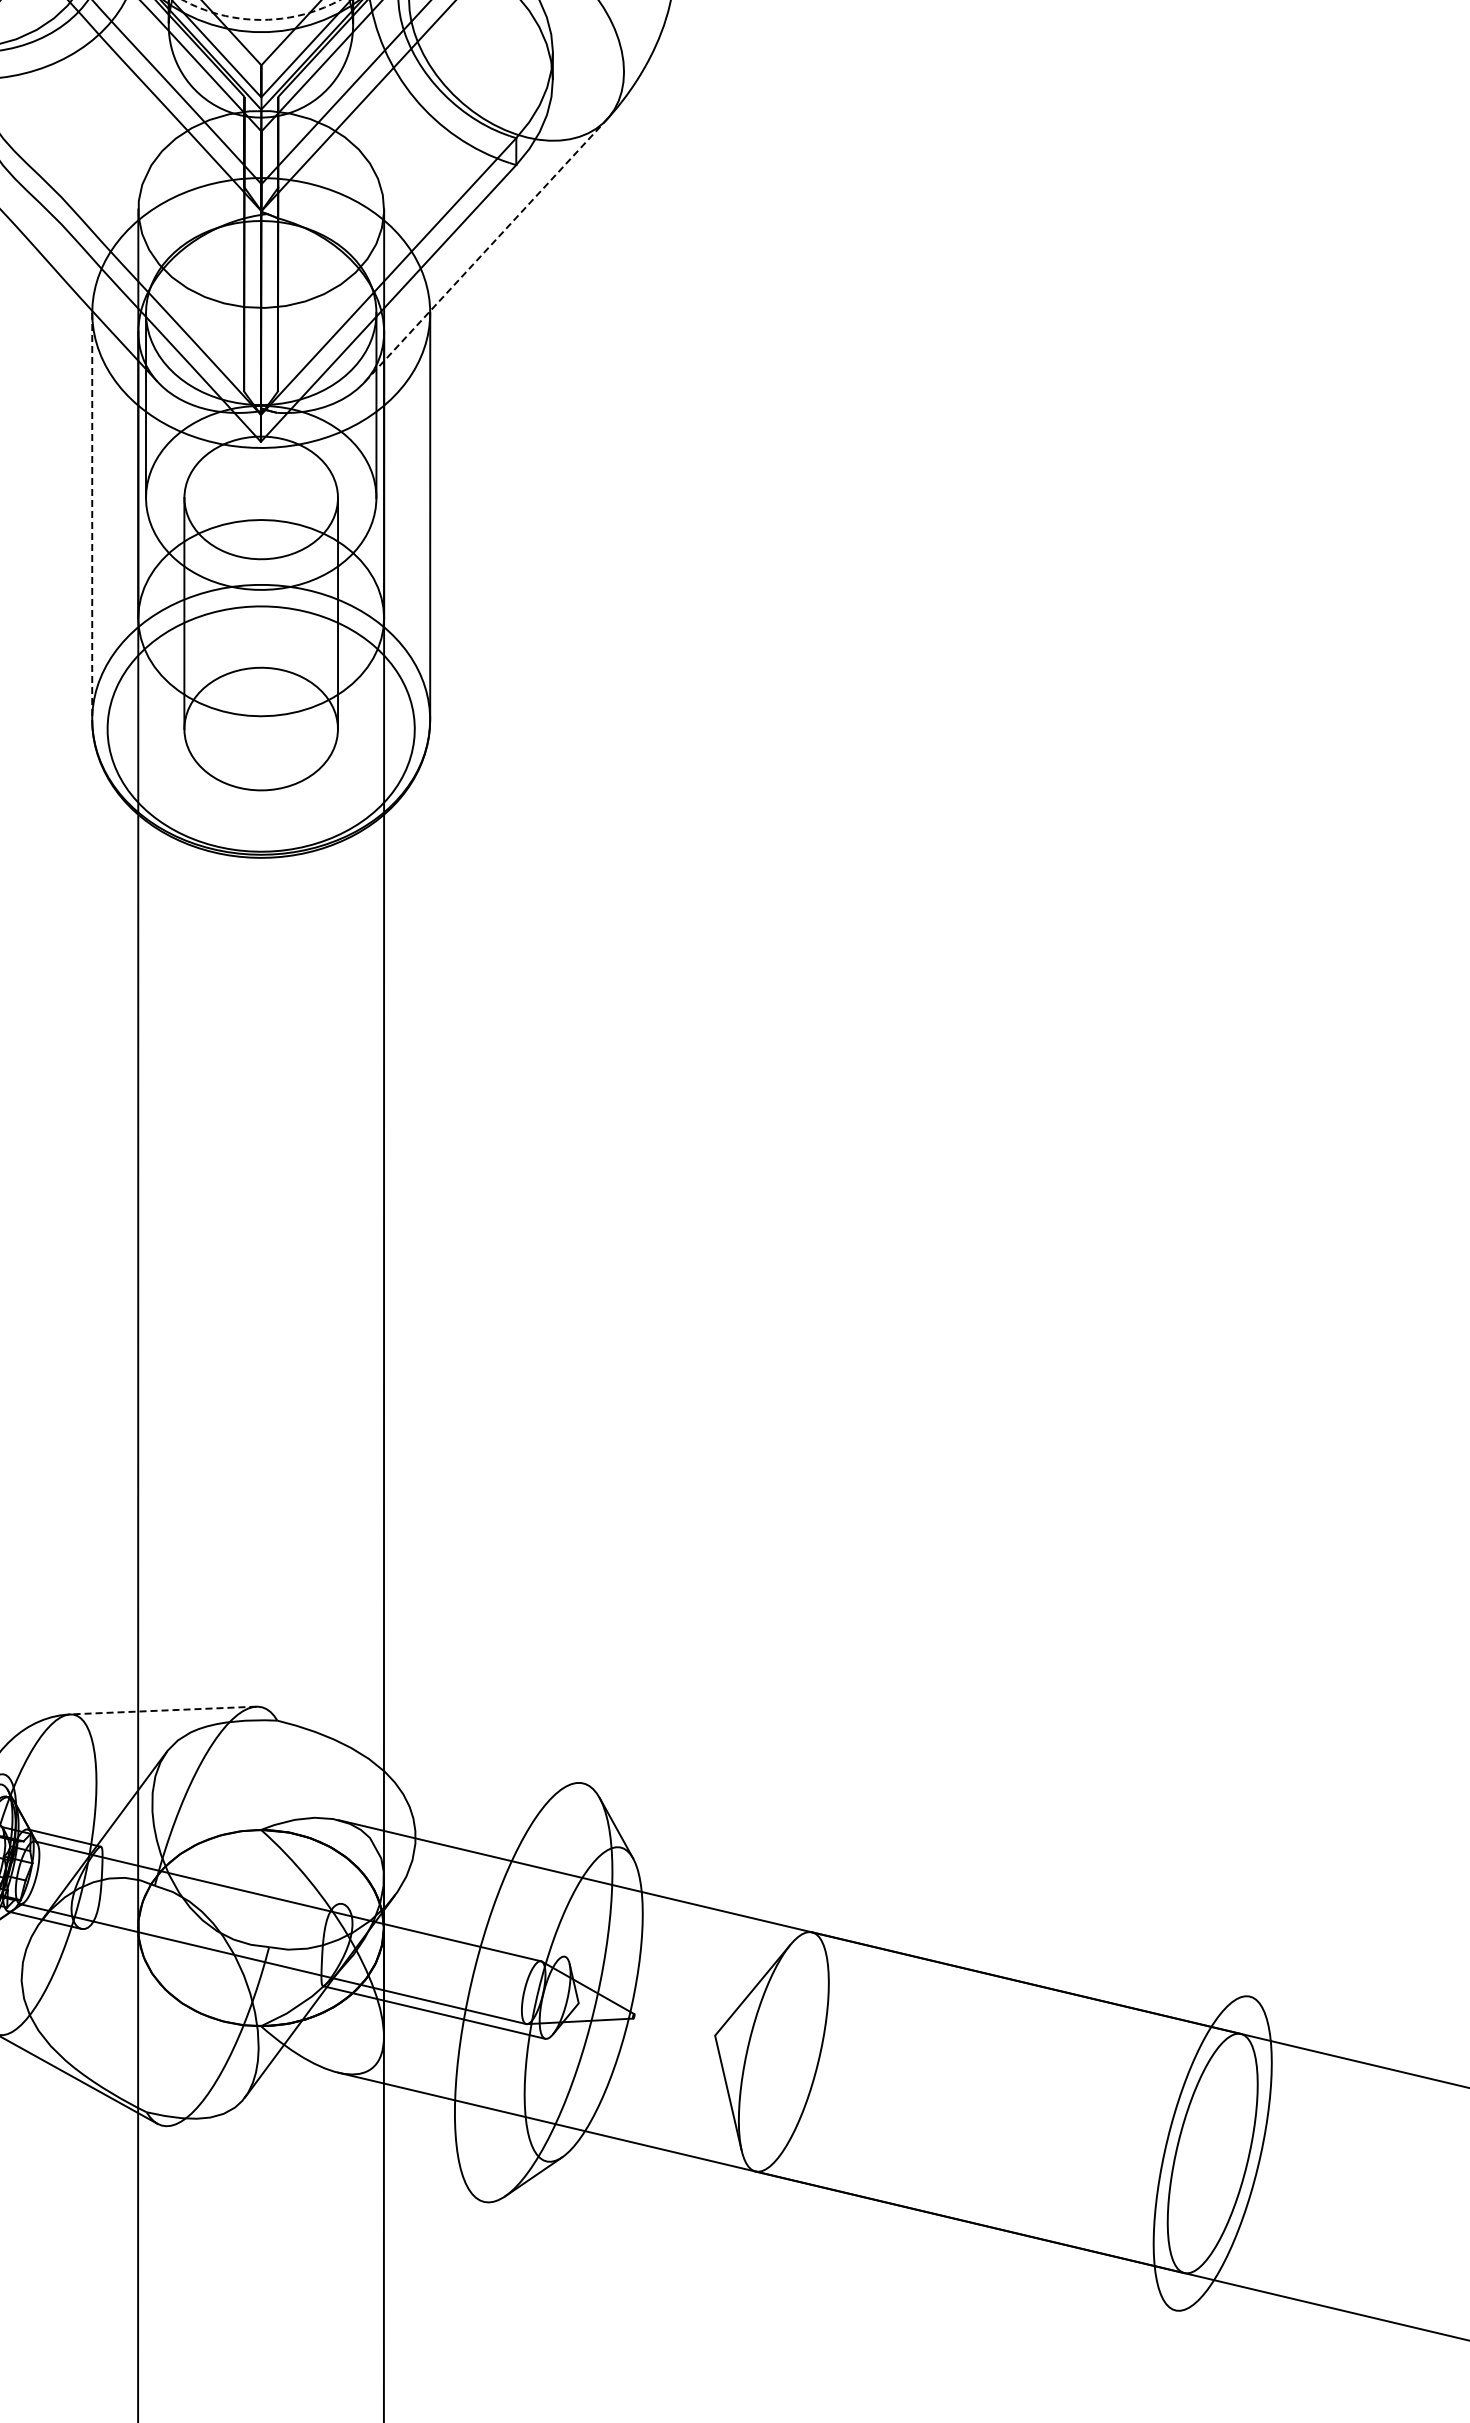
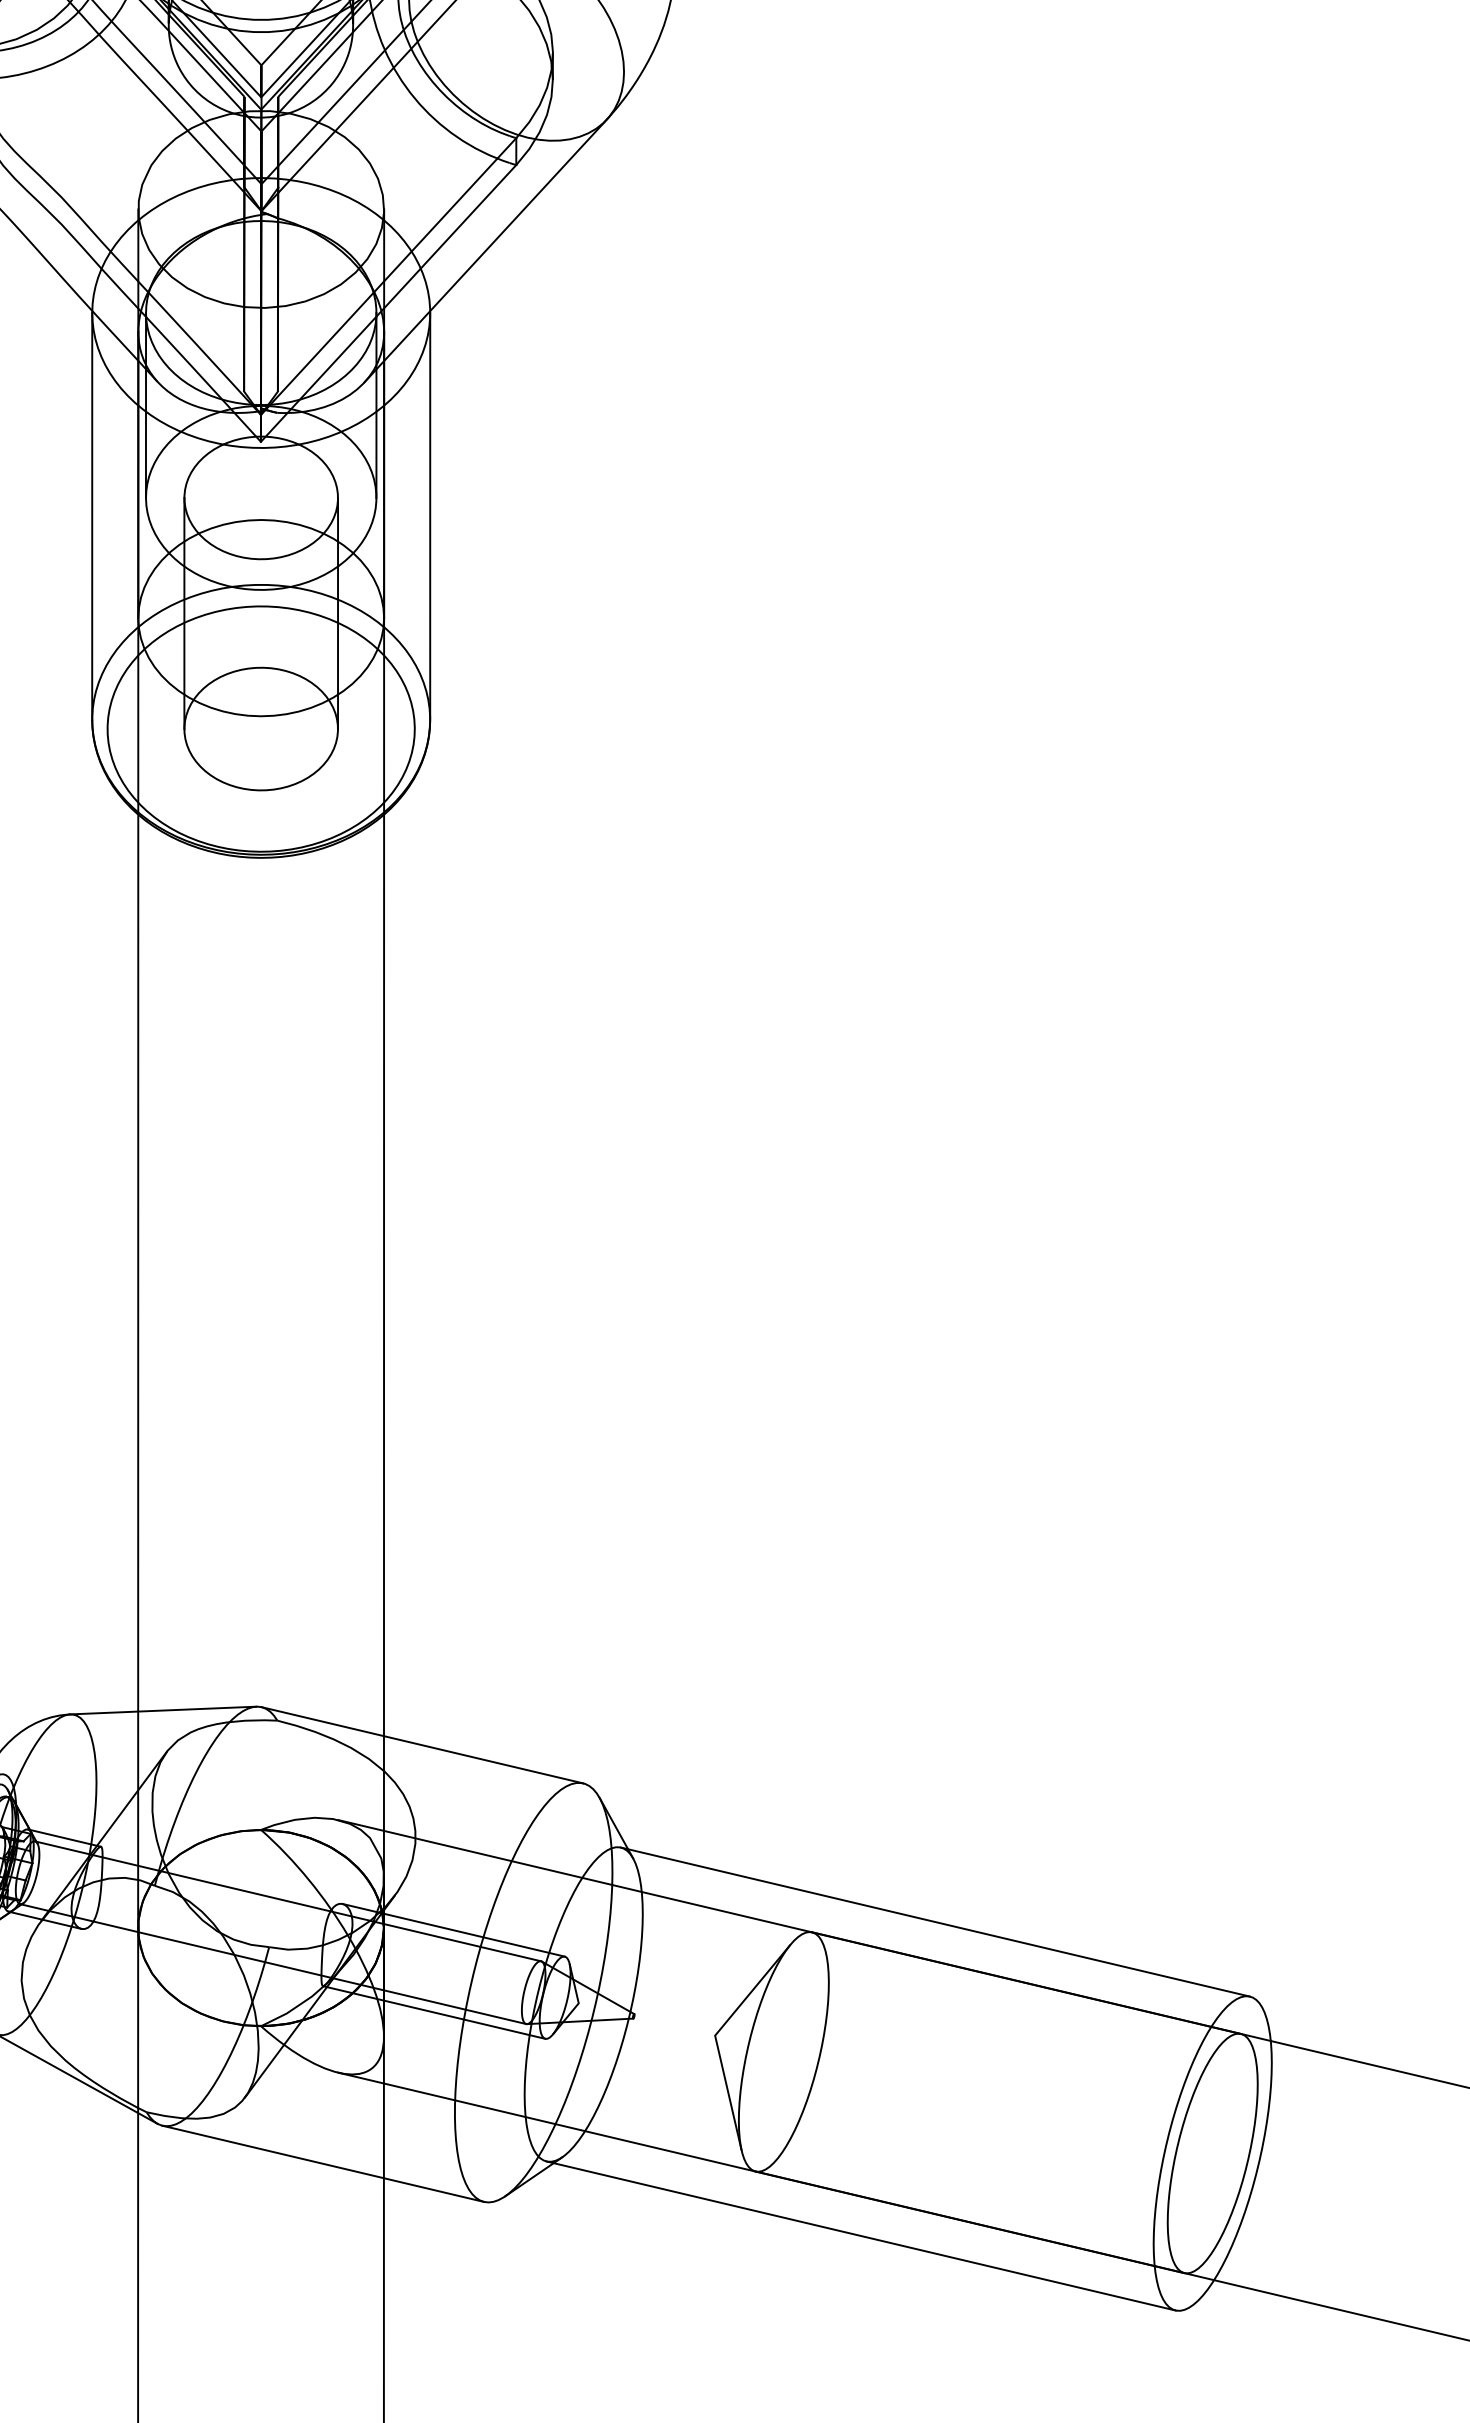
arc at (261, 19): dashed -> solid
line at (485, 250): dashed -> solid
line at (92, 516): dashed -> solid
line at (162, 1710): dashed -> solid
line at (422, 1745): none -> present
line at (934, 1921): none -> present
line at (453, 1929): none -> present
line at (323, 2163): none -> present
line at (860, 2235): none -> present
